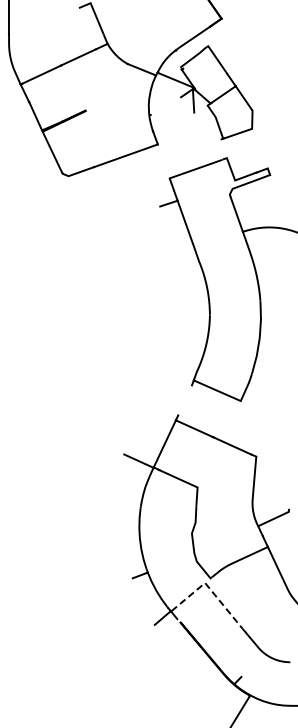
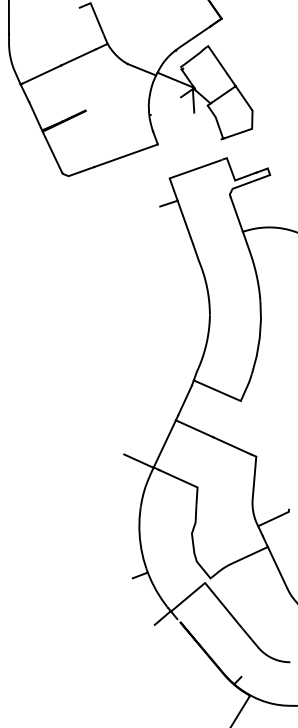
line at (184, 399): none -> present
line at (209, 588): dashed -> solid
